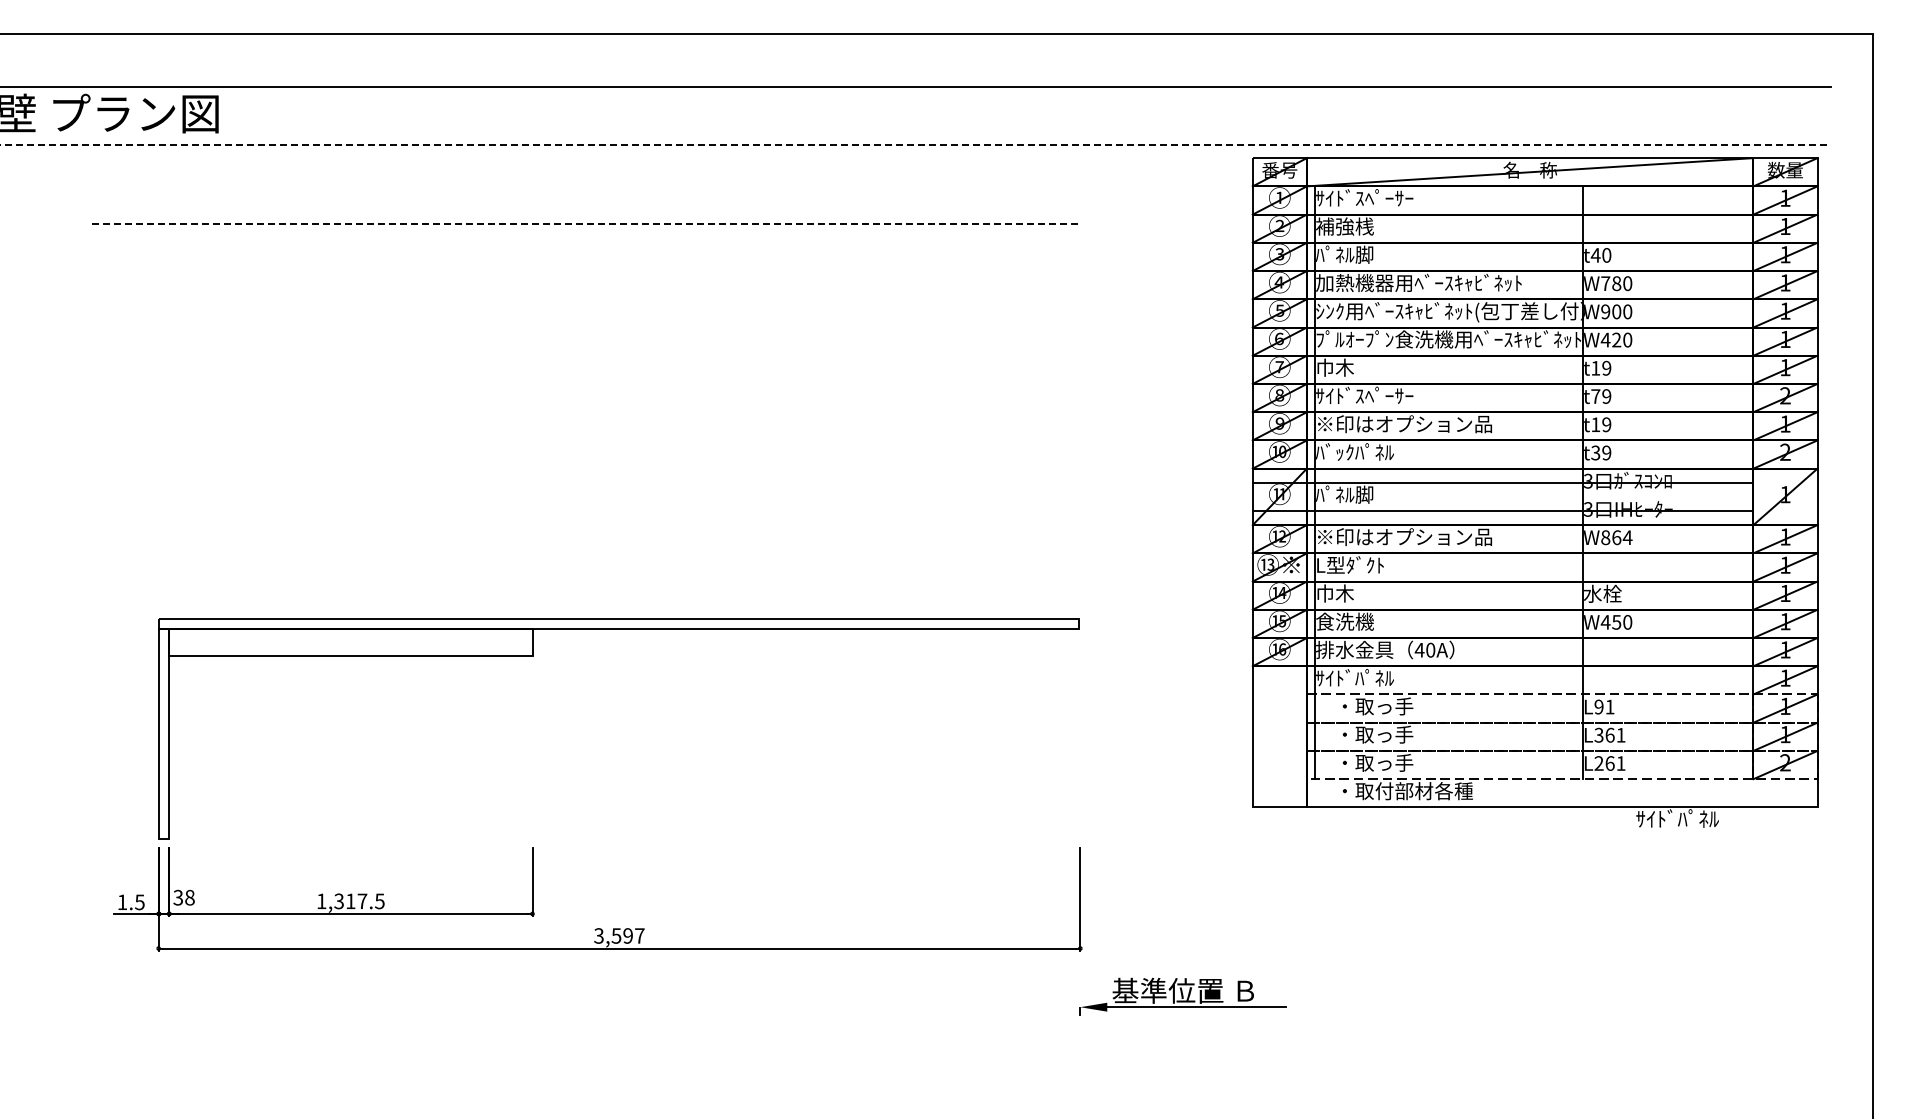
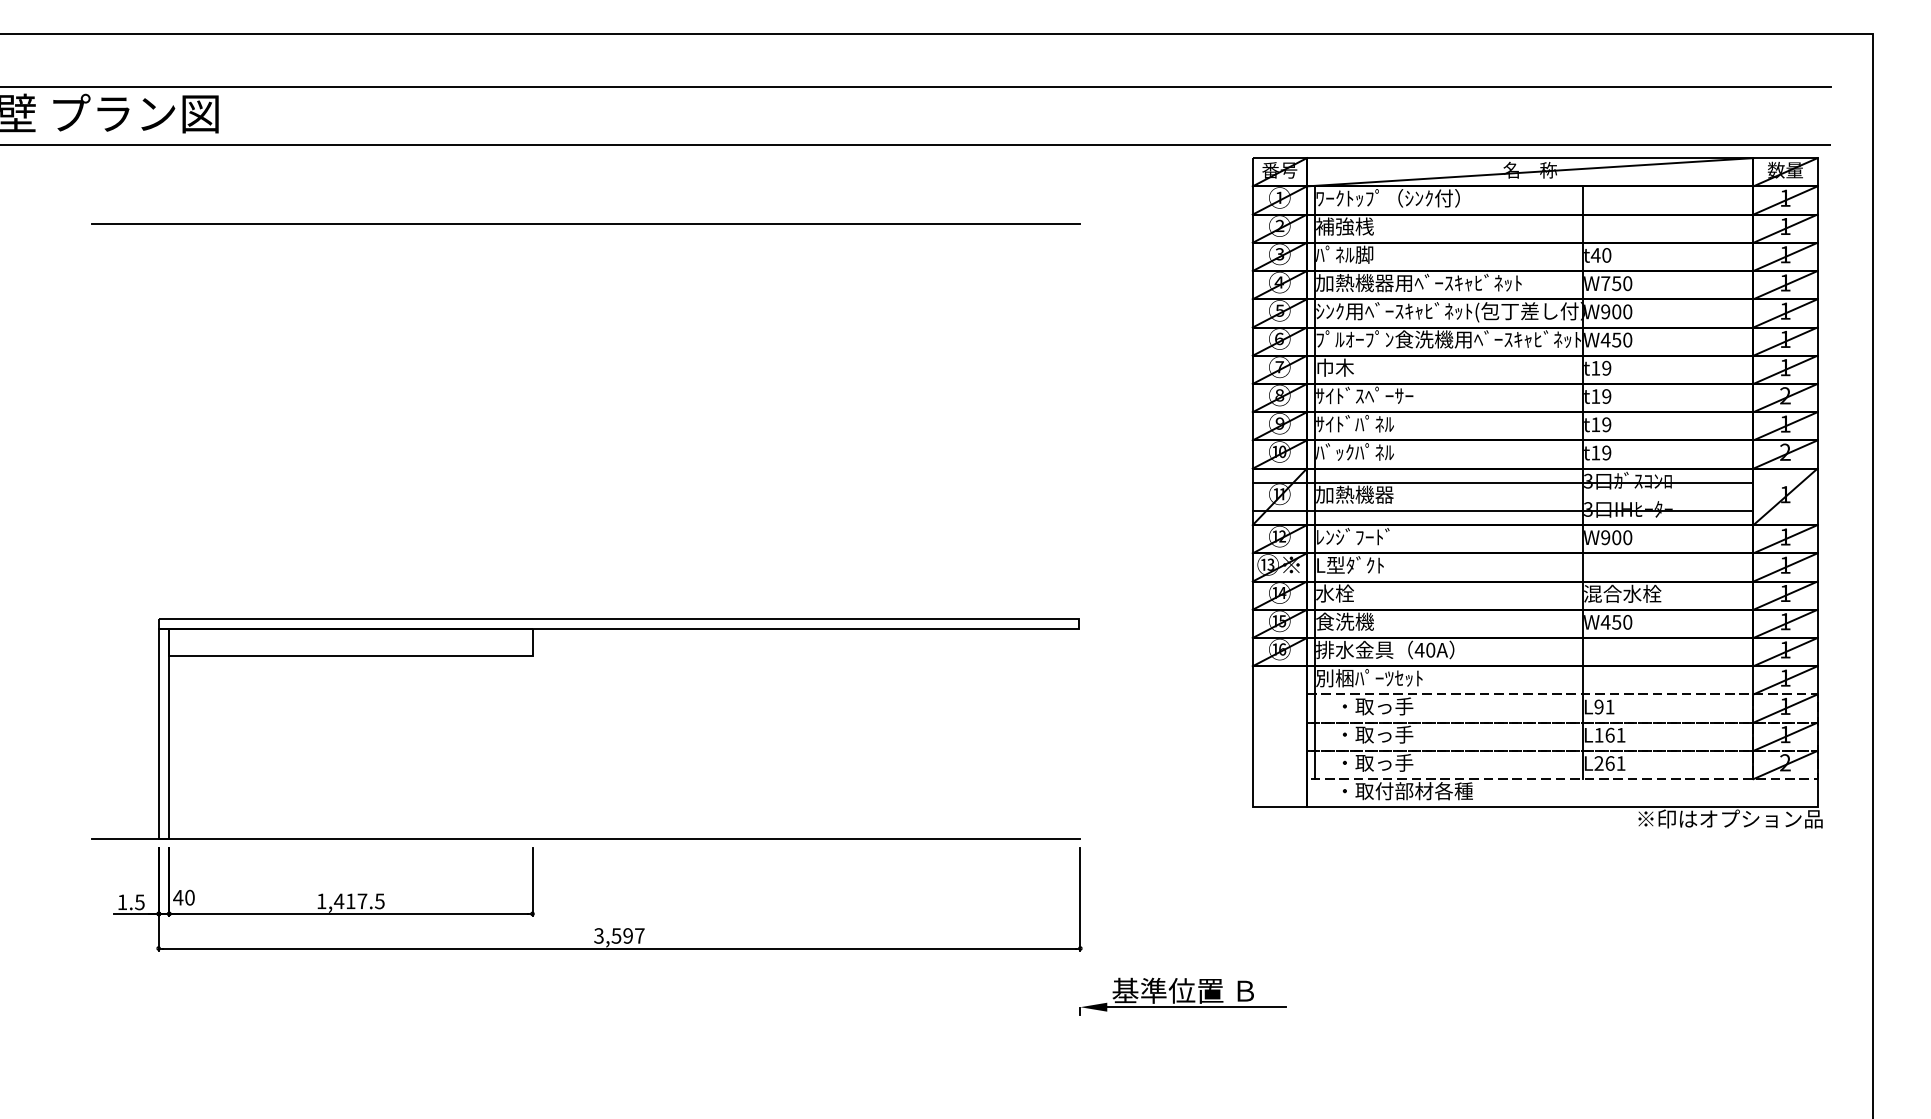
line at (916, 145): dashed -> solid
text at (1387, 198): ｻｲﾄﾞｽﾍﾟｰｻｰ -> ﾜｰｸﾄｯﾌﾟ（ｼﾝｸ付）
line at (586, 223): dashed -> solid
text at (1616, 283): W780 -> W750
text at (1616, 339): W420 -> W450
text at (1595, 396): t79 -> t19
text at (1404, 423): ※印はオプション品 -> ｻｲﾄﾞﾊﾟﾈﾙ
text at (1595, 452): t39 -> t19
text at (1354, 494): ﾊﾟﾈﾙ脚 -> 加熱機器
text at (1404, 536): ※印はオプション品 -> ﾚﾝｼﾞﾌｰﾄﾞ
text at (1616, 537): W864 -> W900
text at (1334, 593): 巾木 -> 水栓
text at (1622, 593): 水栓 -> 混合水栓
text at (1369, 678): ｻｲﾄﾞﾊﾟﾈﾙ -> 別梱ﾊﾟｰﾂｾｯﾄ
text at (1598, 734): L361 -> L161
text at (1729, 818): ｻｲﾄﾞﾊﾟﾈﾙ -> ※印はオプション品
line at (586, 838): none -> present
text at (183, 897): 38 -> 40
text at (338, 901): 1,317.5 -> 1,417.5
